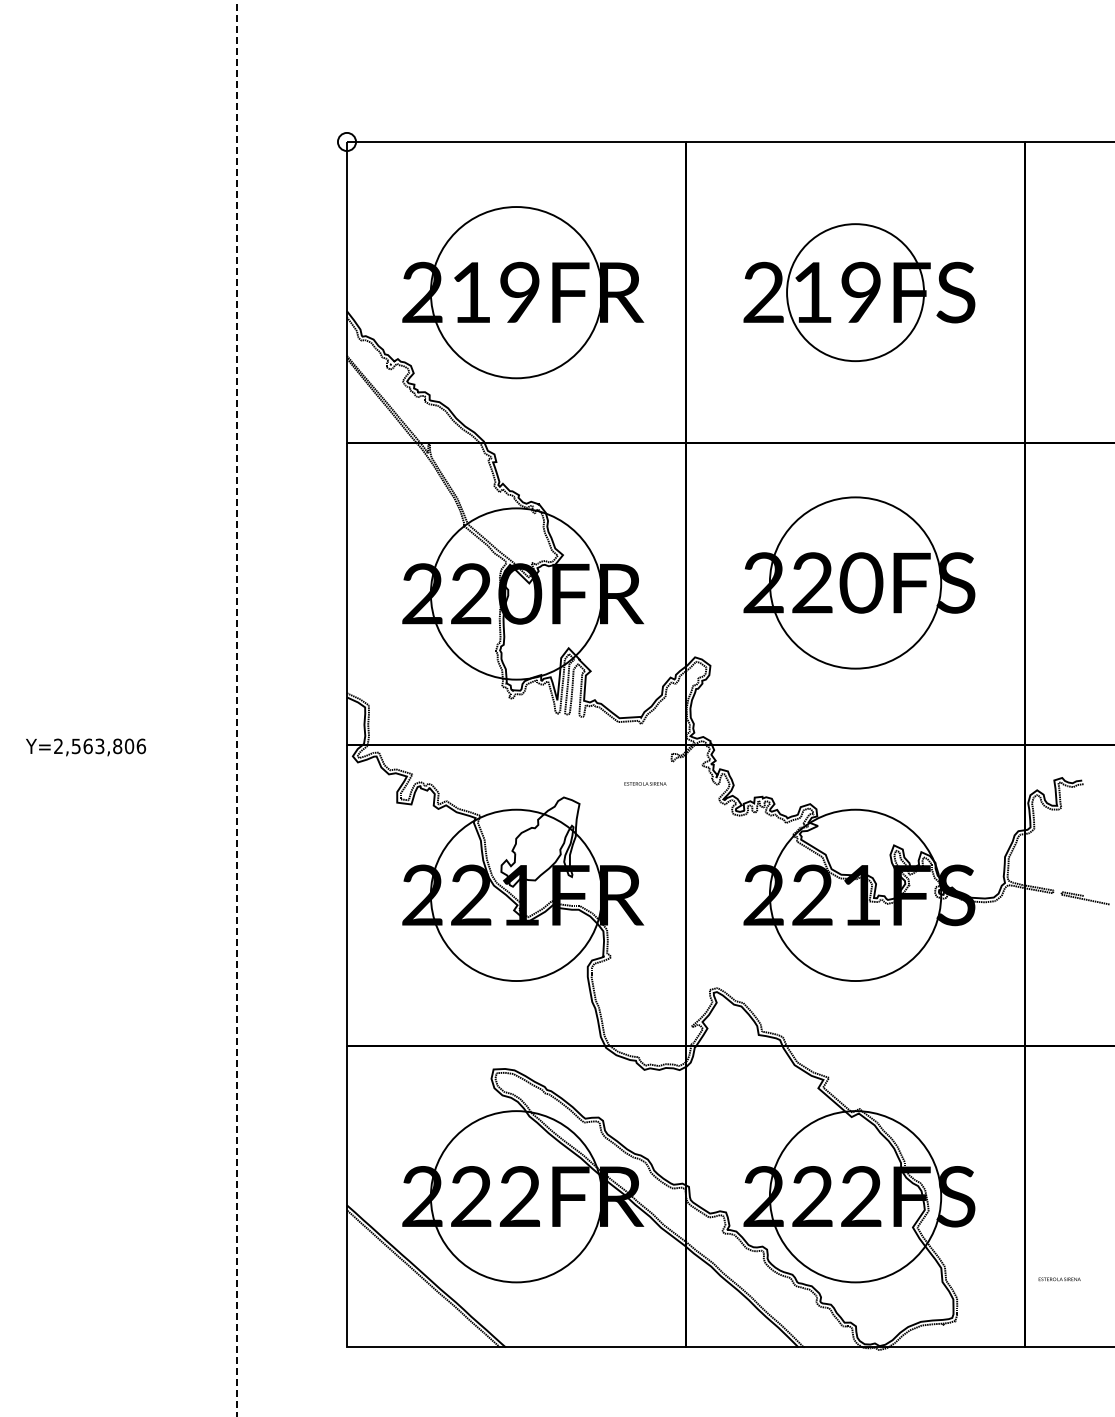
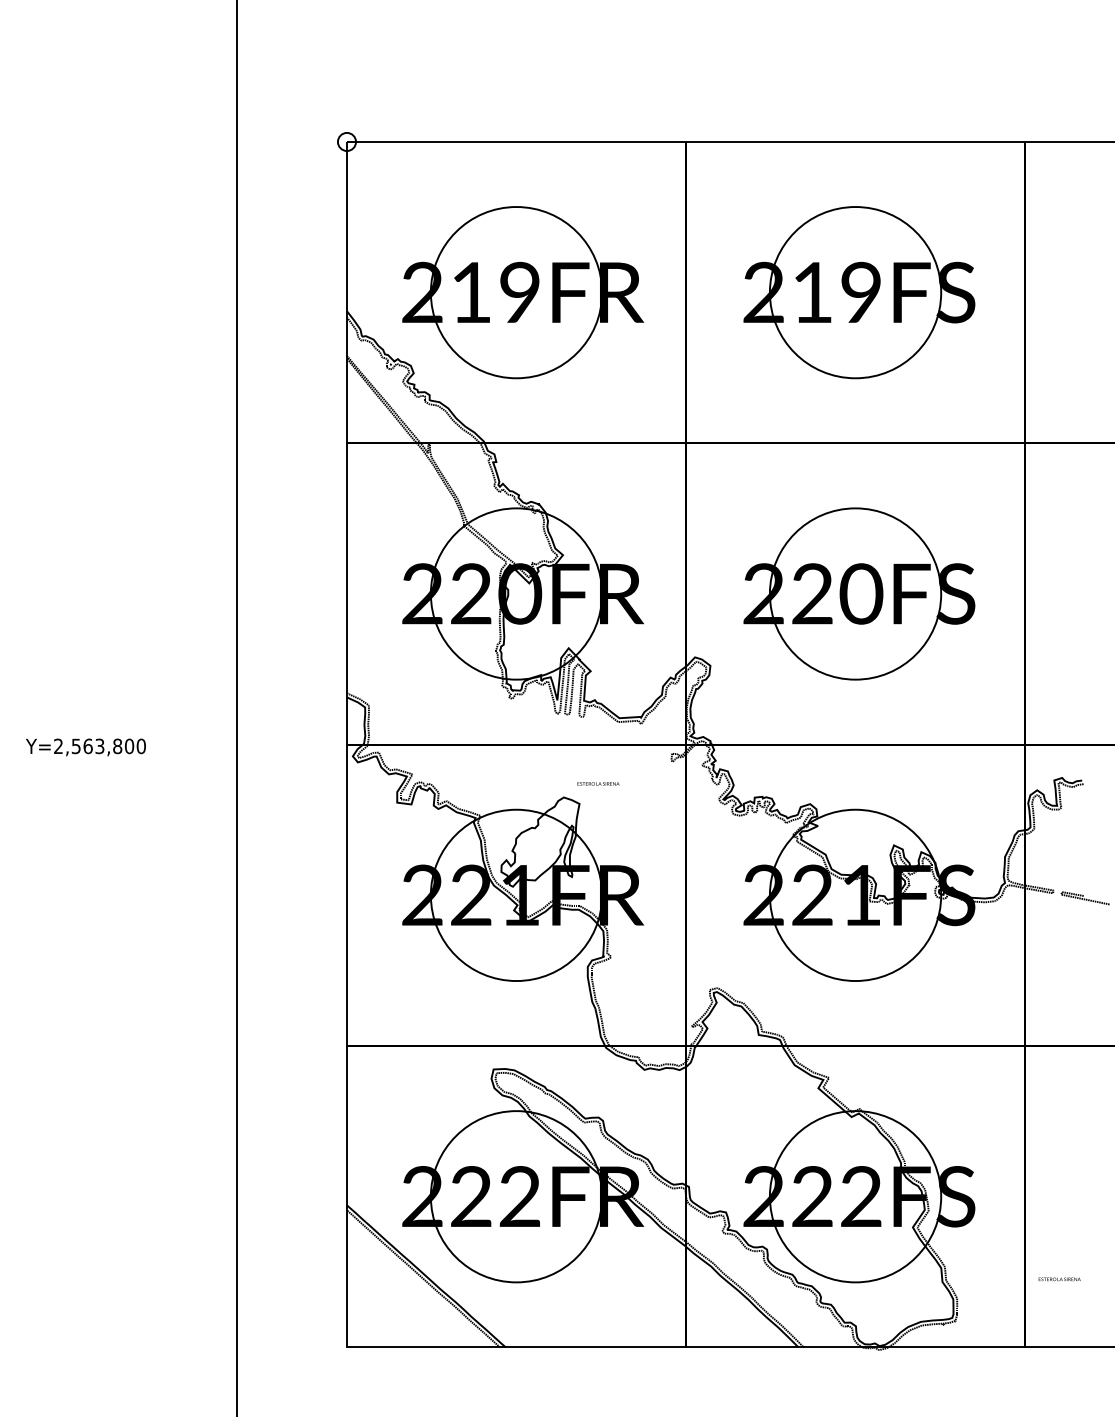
circle at (855, 292) diameter: 137 px -> 171 px
part at (859, 582) position: (859, 582) -> (859, 593)
line at (237, 708): dashed -> solid
text at (141, 745): Y=2,563,806 -> Y=2,563,800
text at (645, 783) position: (645, 783) -> (598, 783)
